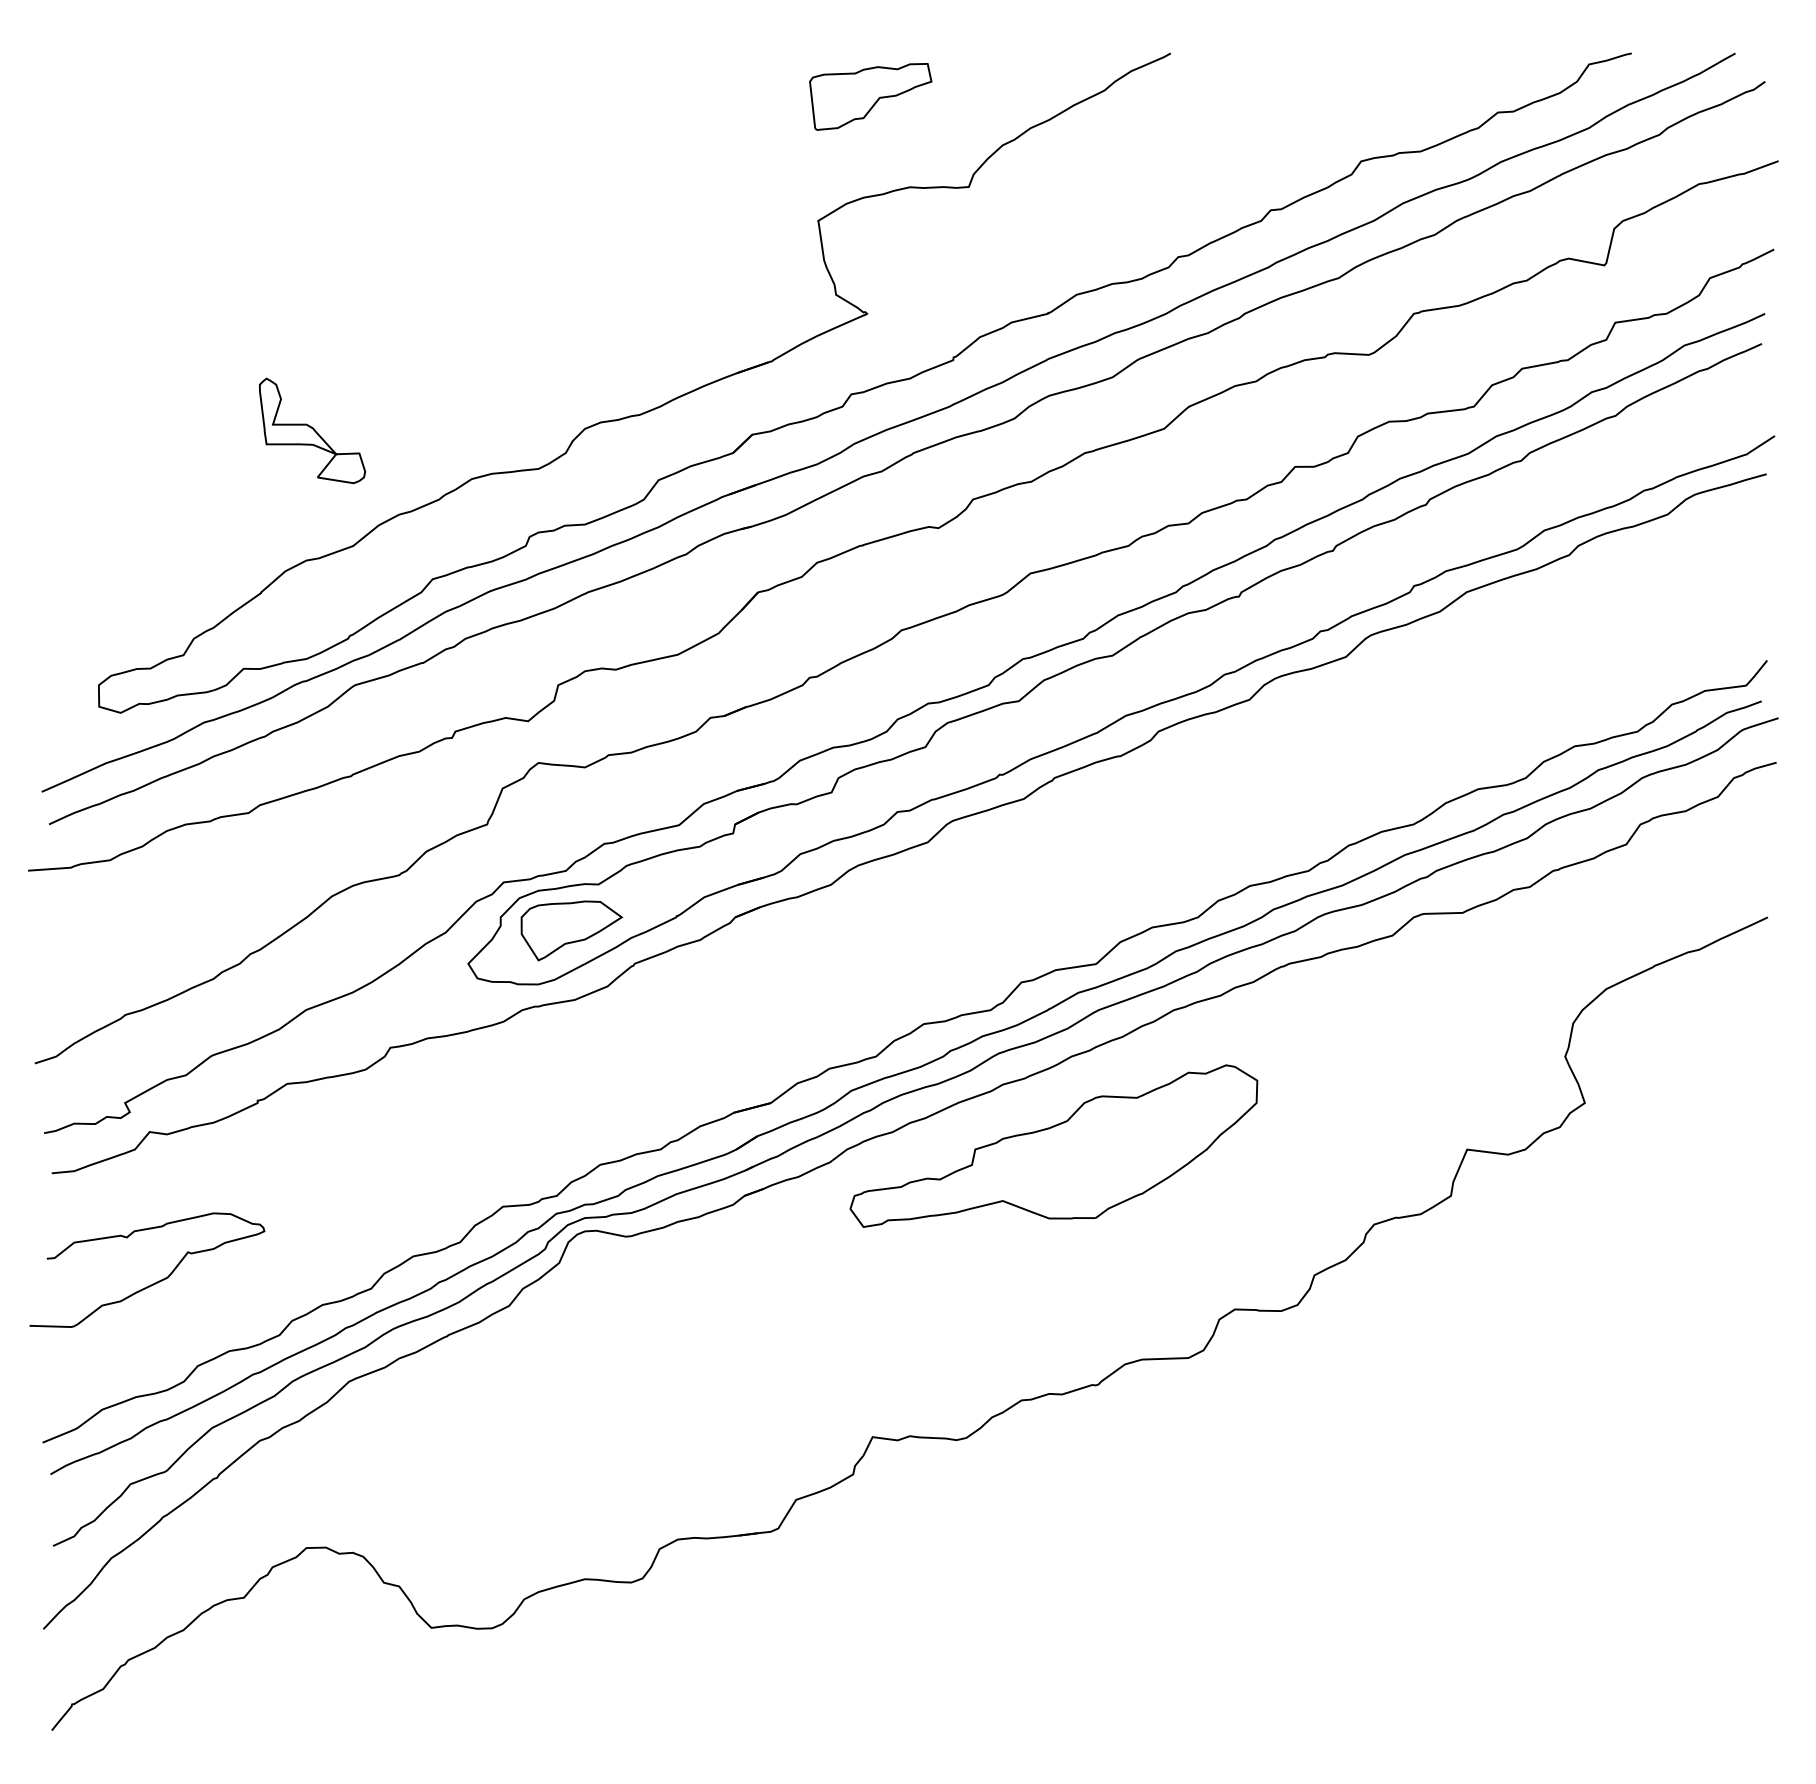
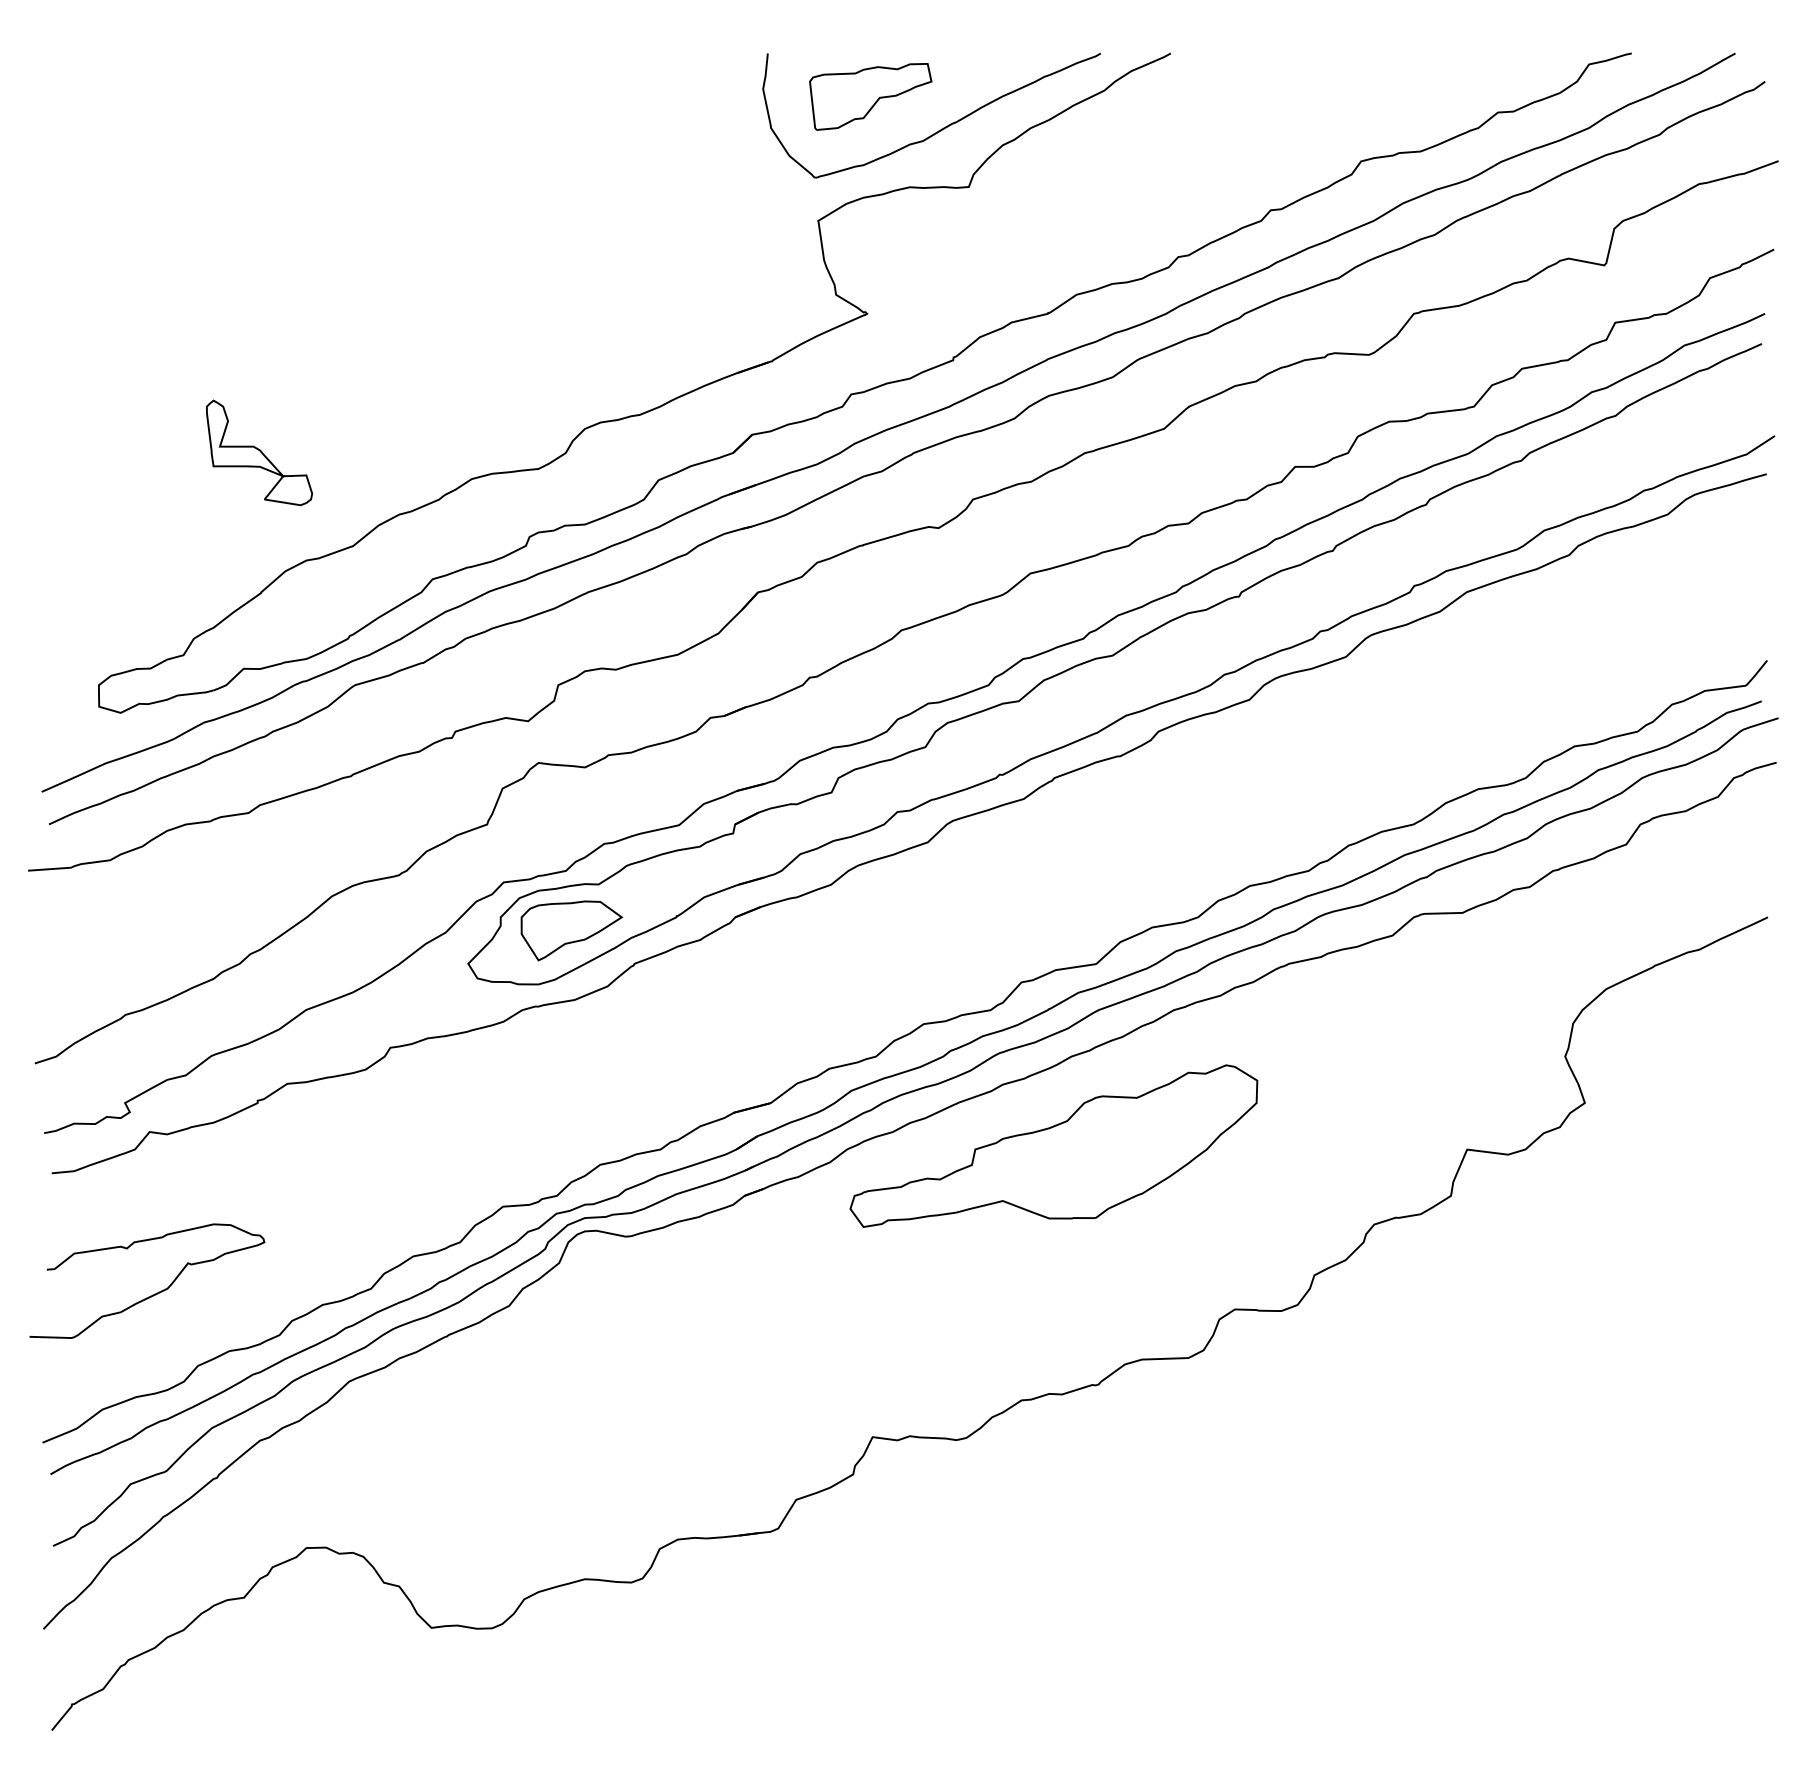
part at (941, 128): none -> present
part at (312, 430) position: (312, 430) -> (259, 452)
curve at (154, 1282) position: (154, 1282) -> (154, 1293)
